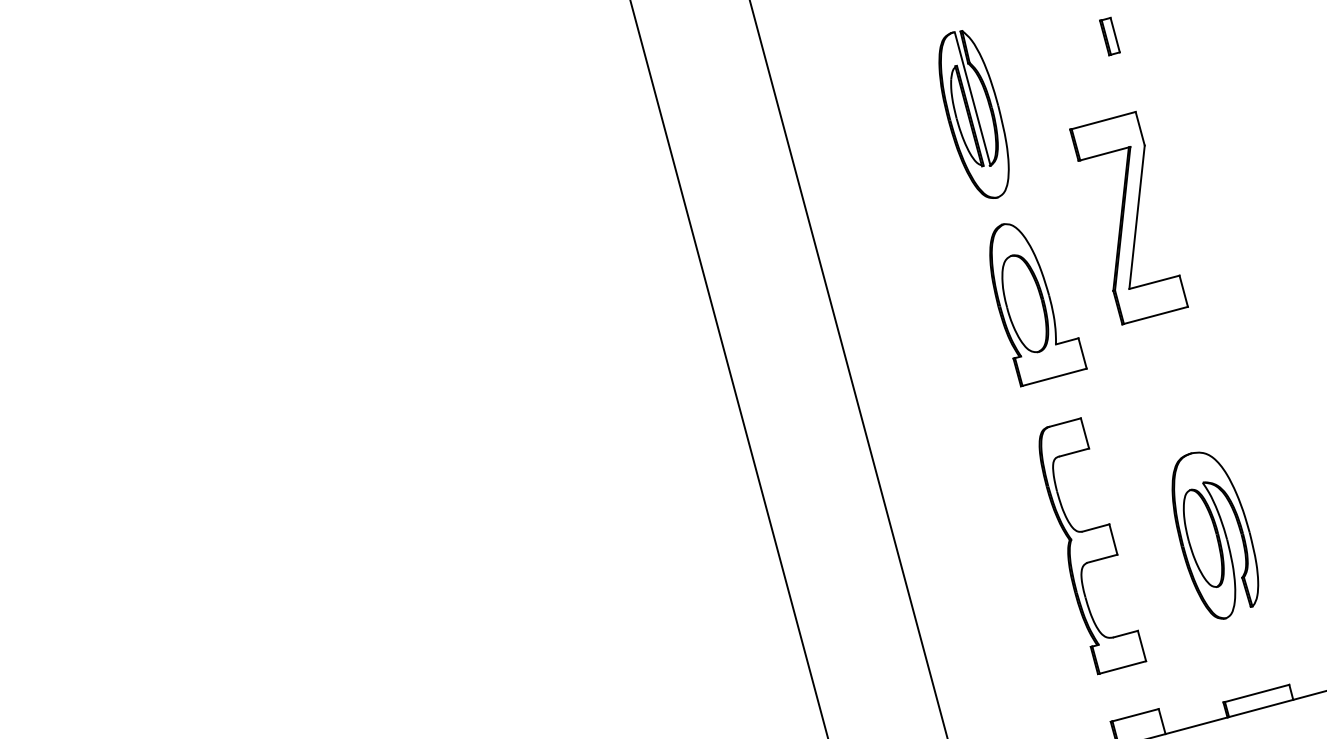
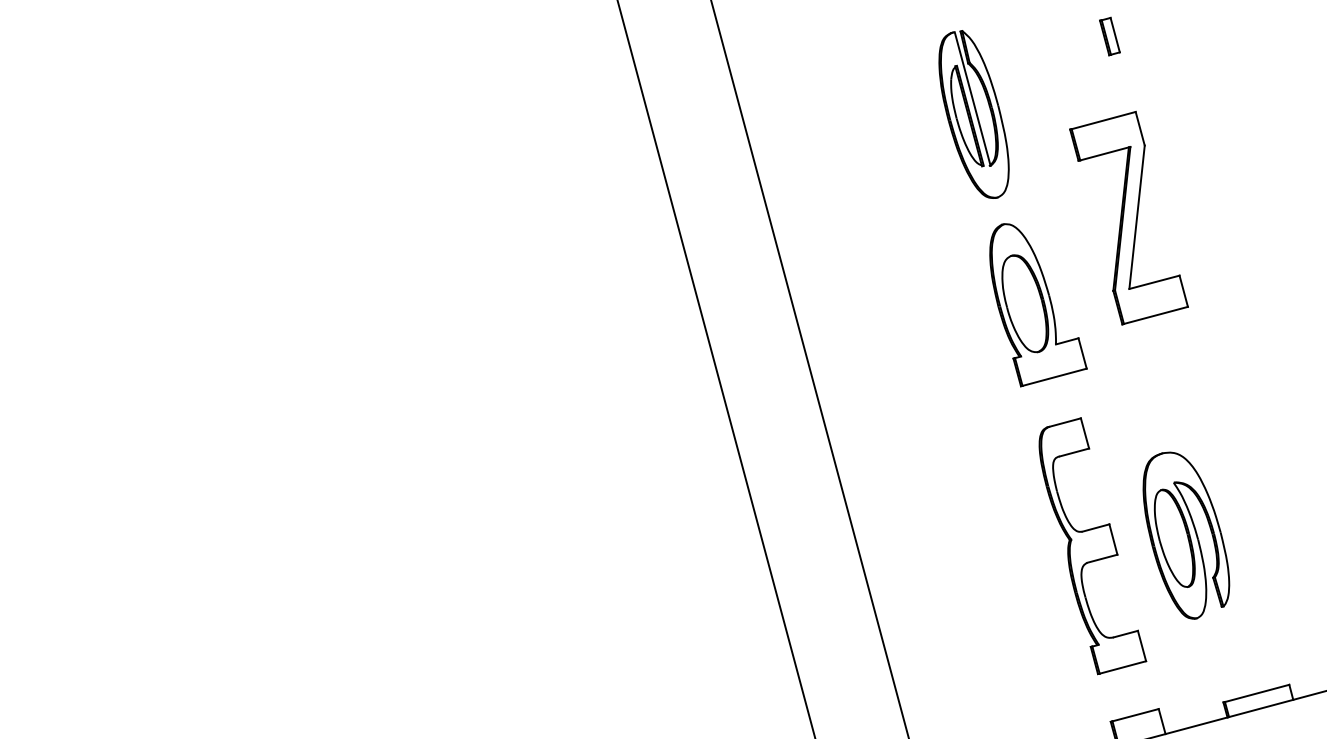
line at (728, 368) position: (728, 368) -> (716, 368)
line at (848, 368) position: (848, 368) -> (809, 368)
part at (1215, 535) position: (1215, 535) -> (1186, 535)
